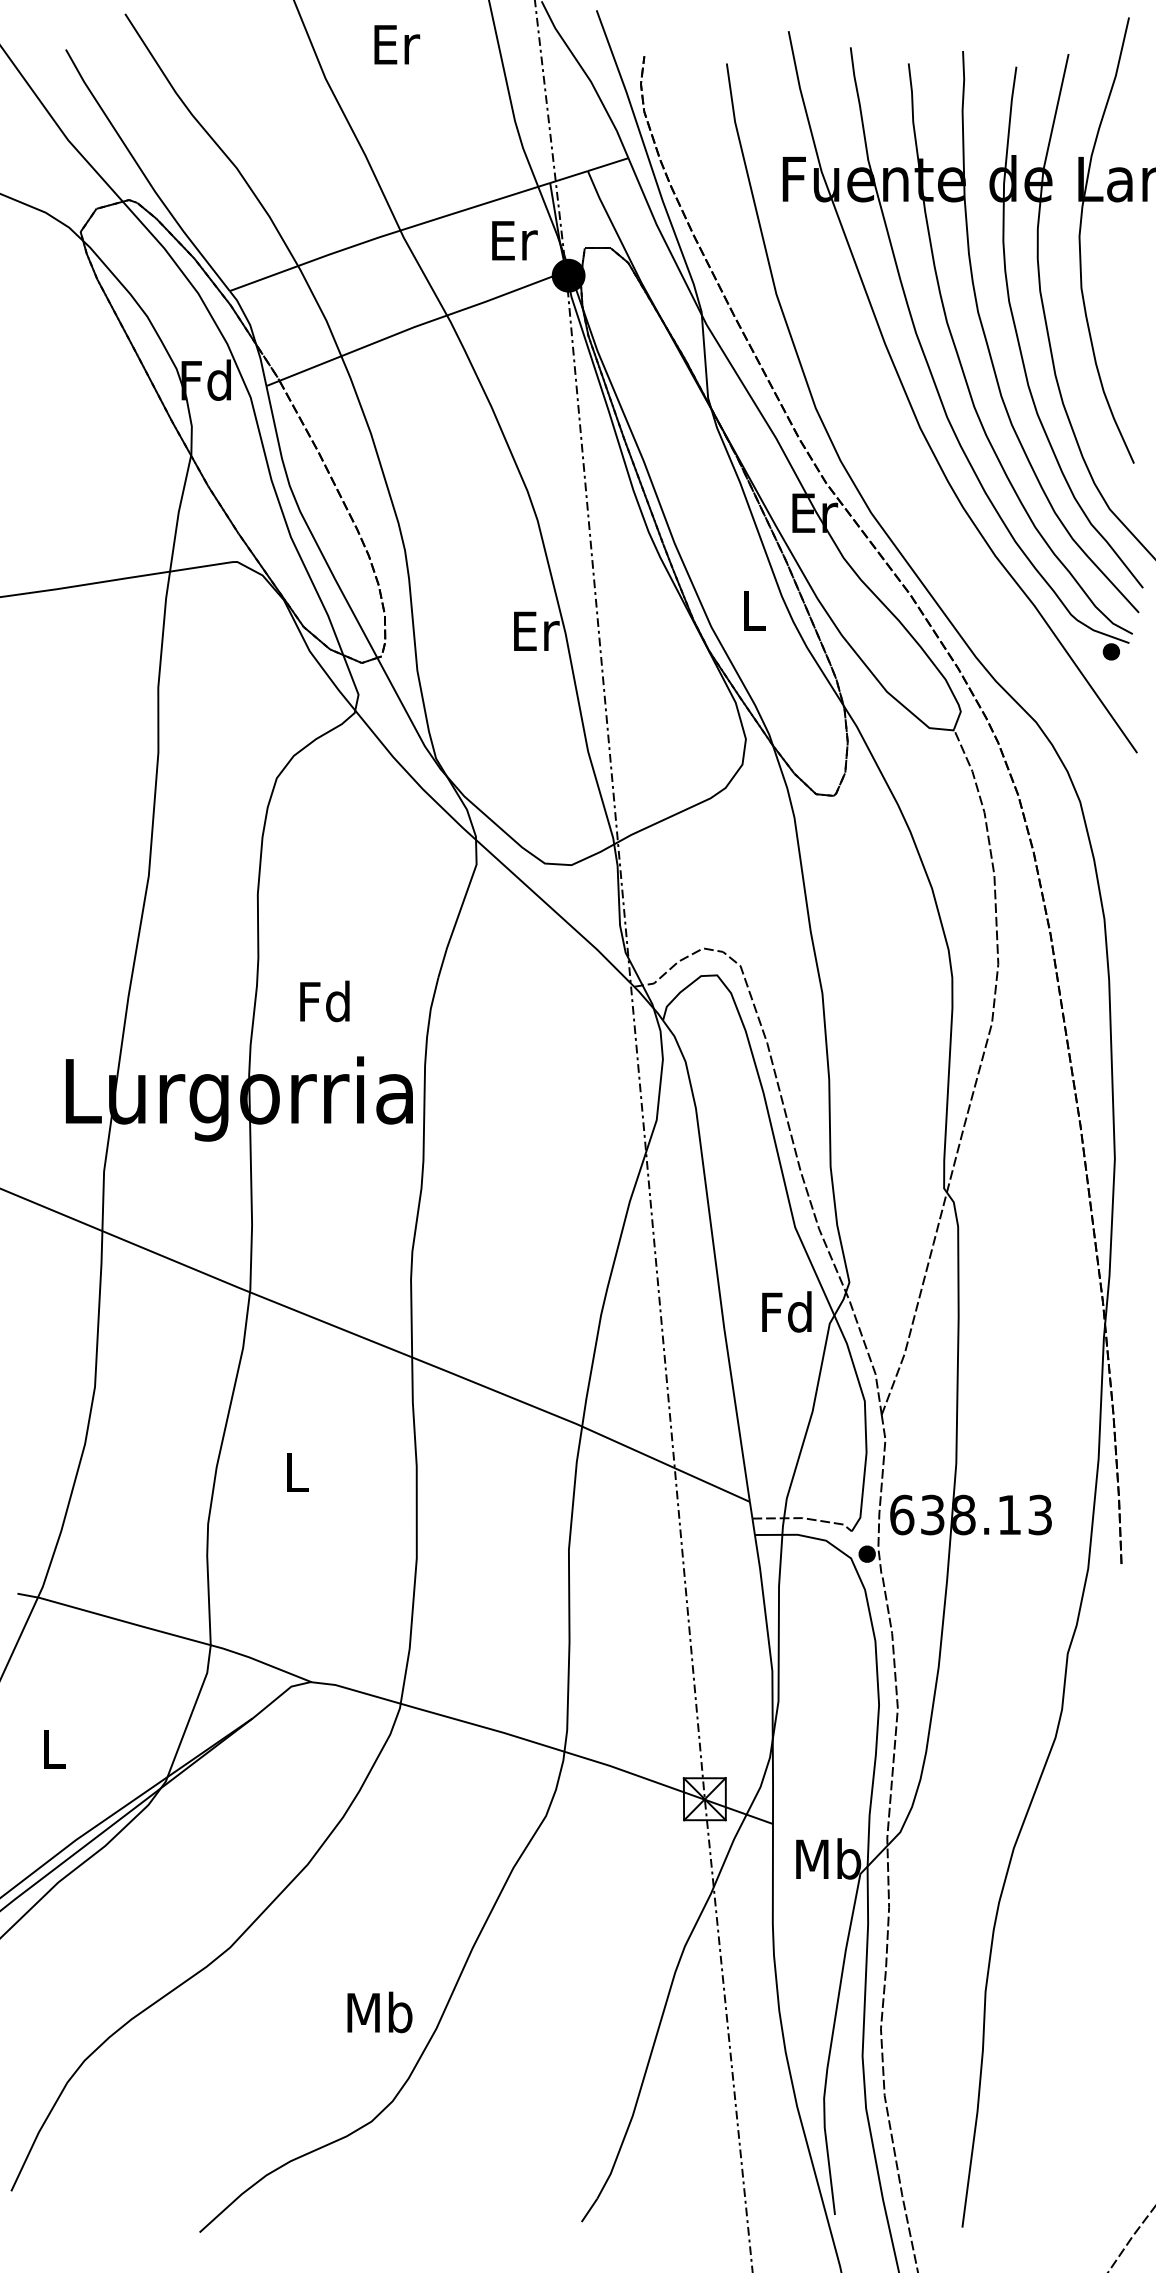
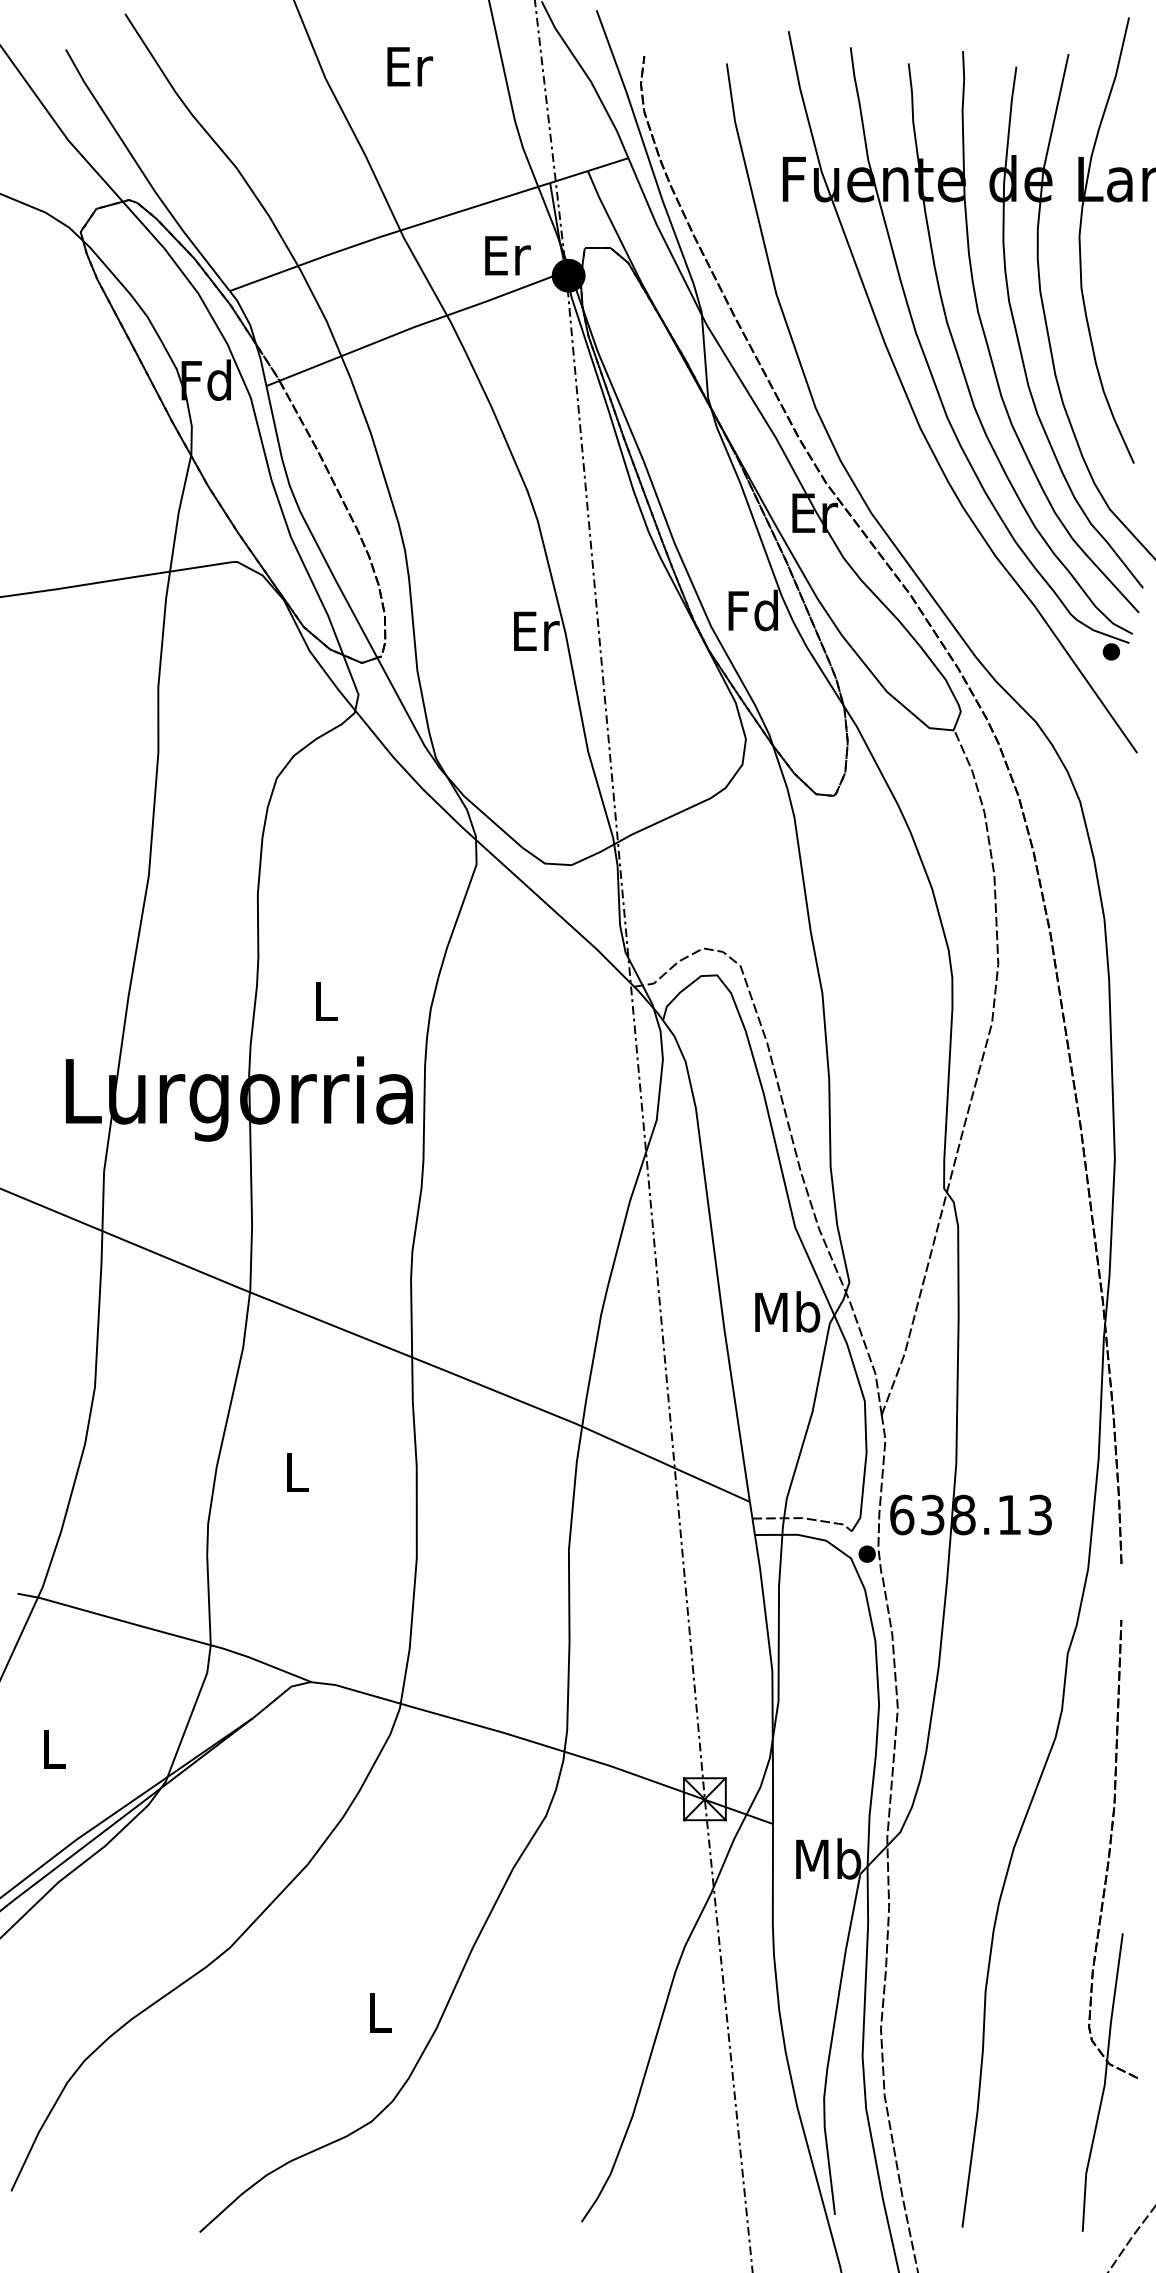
text at (397, 44) position: (397, 44) -> (410, 66)
text at (514, 240) position: (514, 240) -> (507, 255)
text at (752, 610): L -> Fd
text at (324, 1001): Fd -> L
text at (787, 1311): Fd -> Mb
part at (1100, 1925): none -> present
text at (379, 2012): Mb -> L
